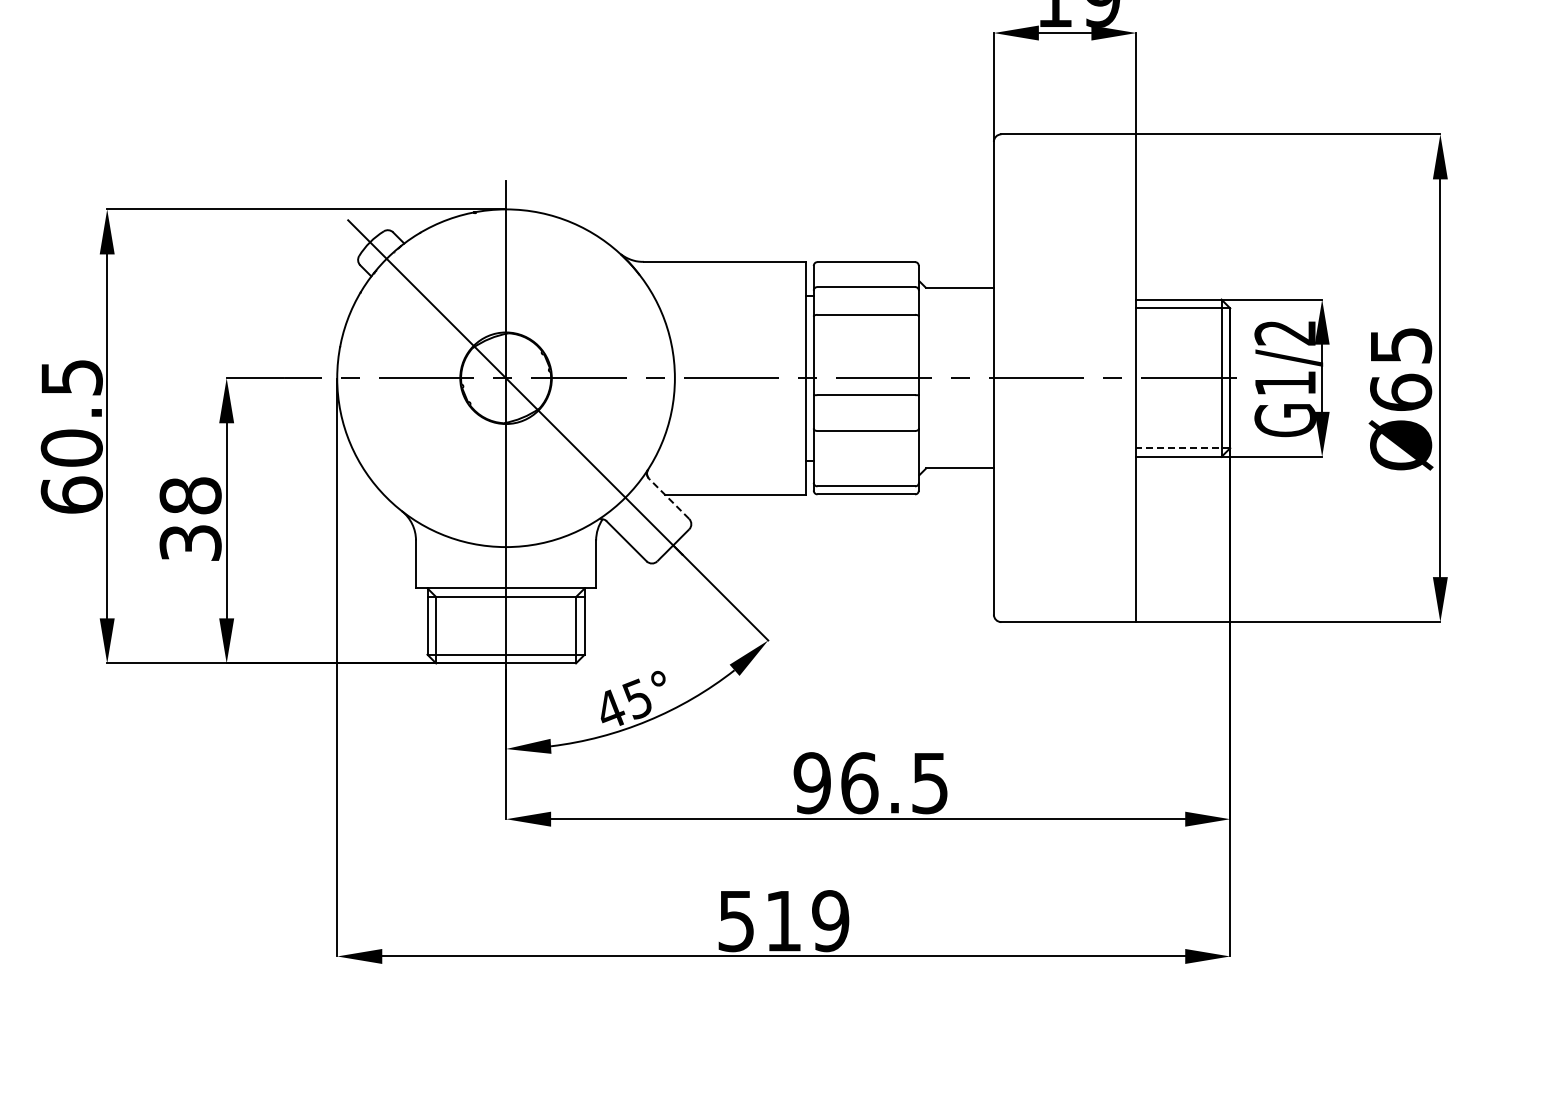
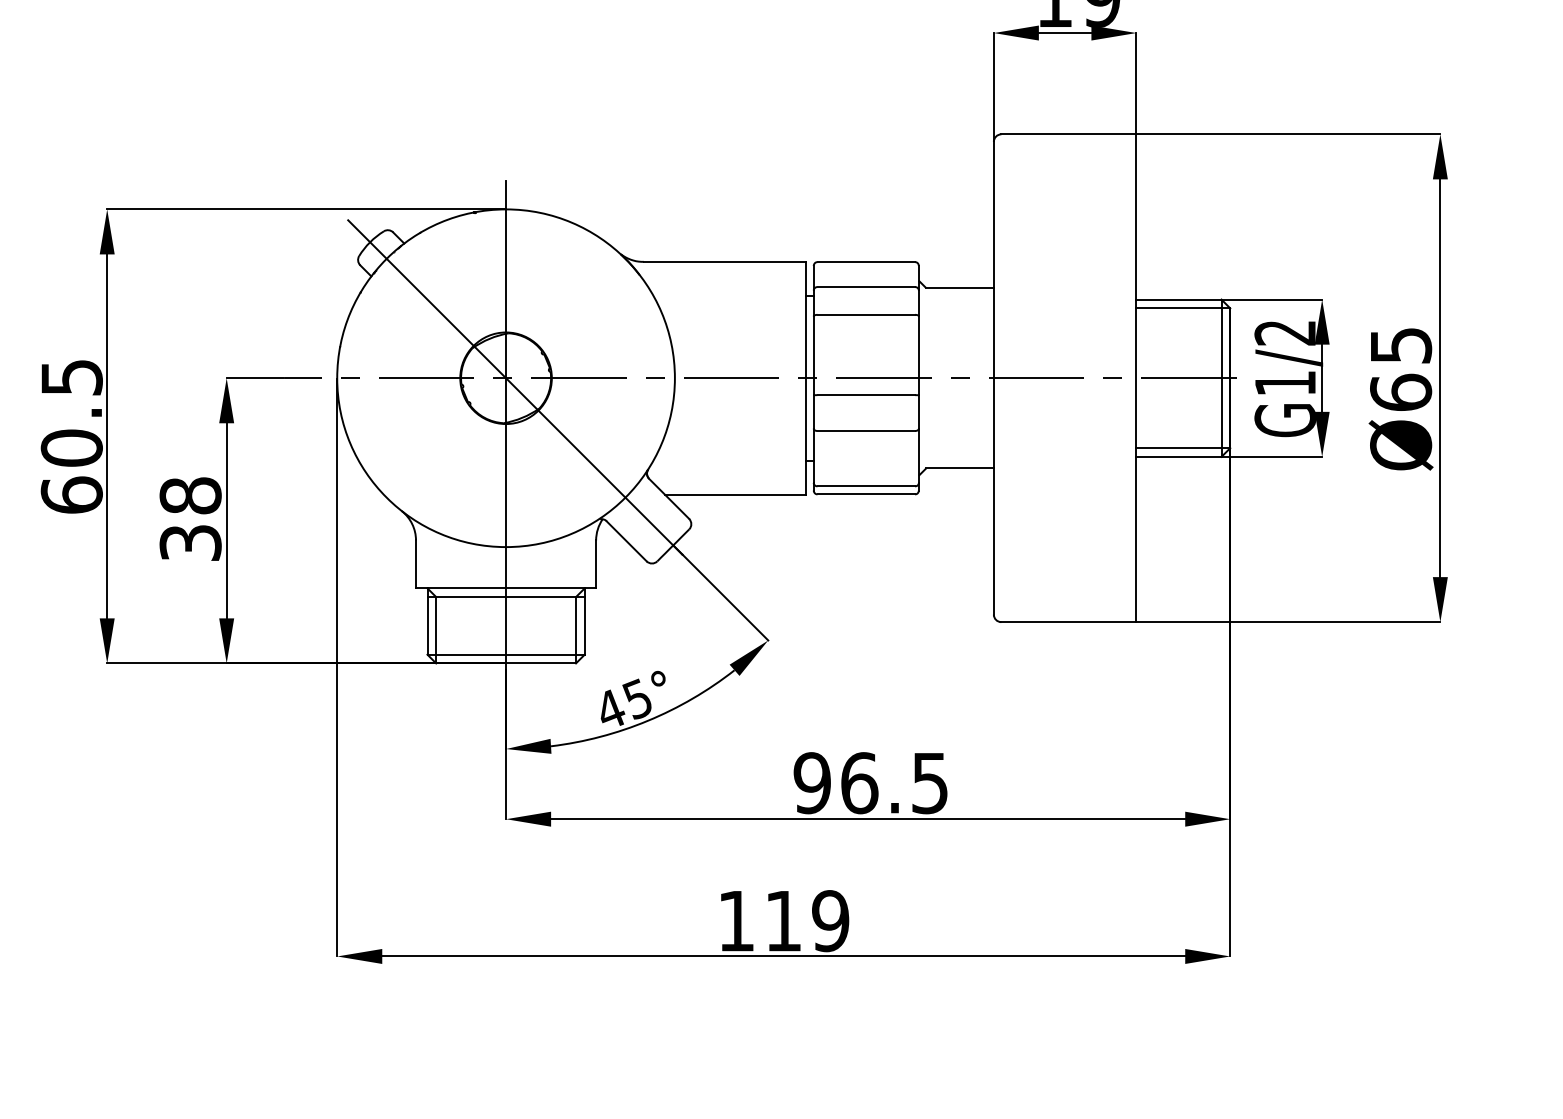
line at (1183, 448): dashed -> solid
line at (668, 498): dashed -> solid
text at (735, 921): 519 -> 119
